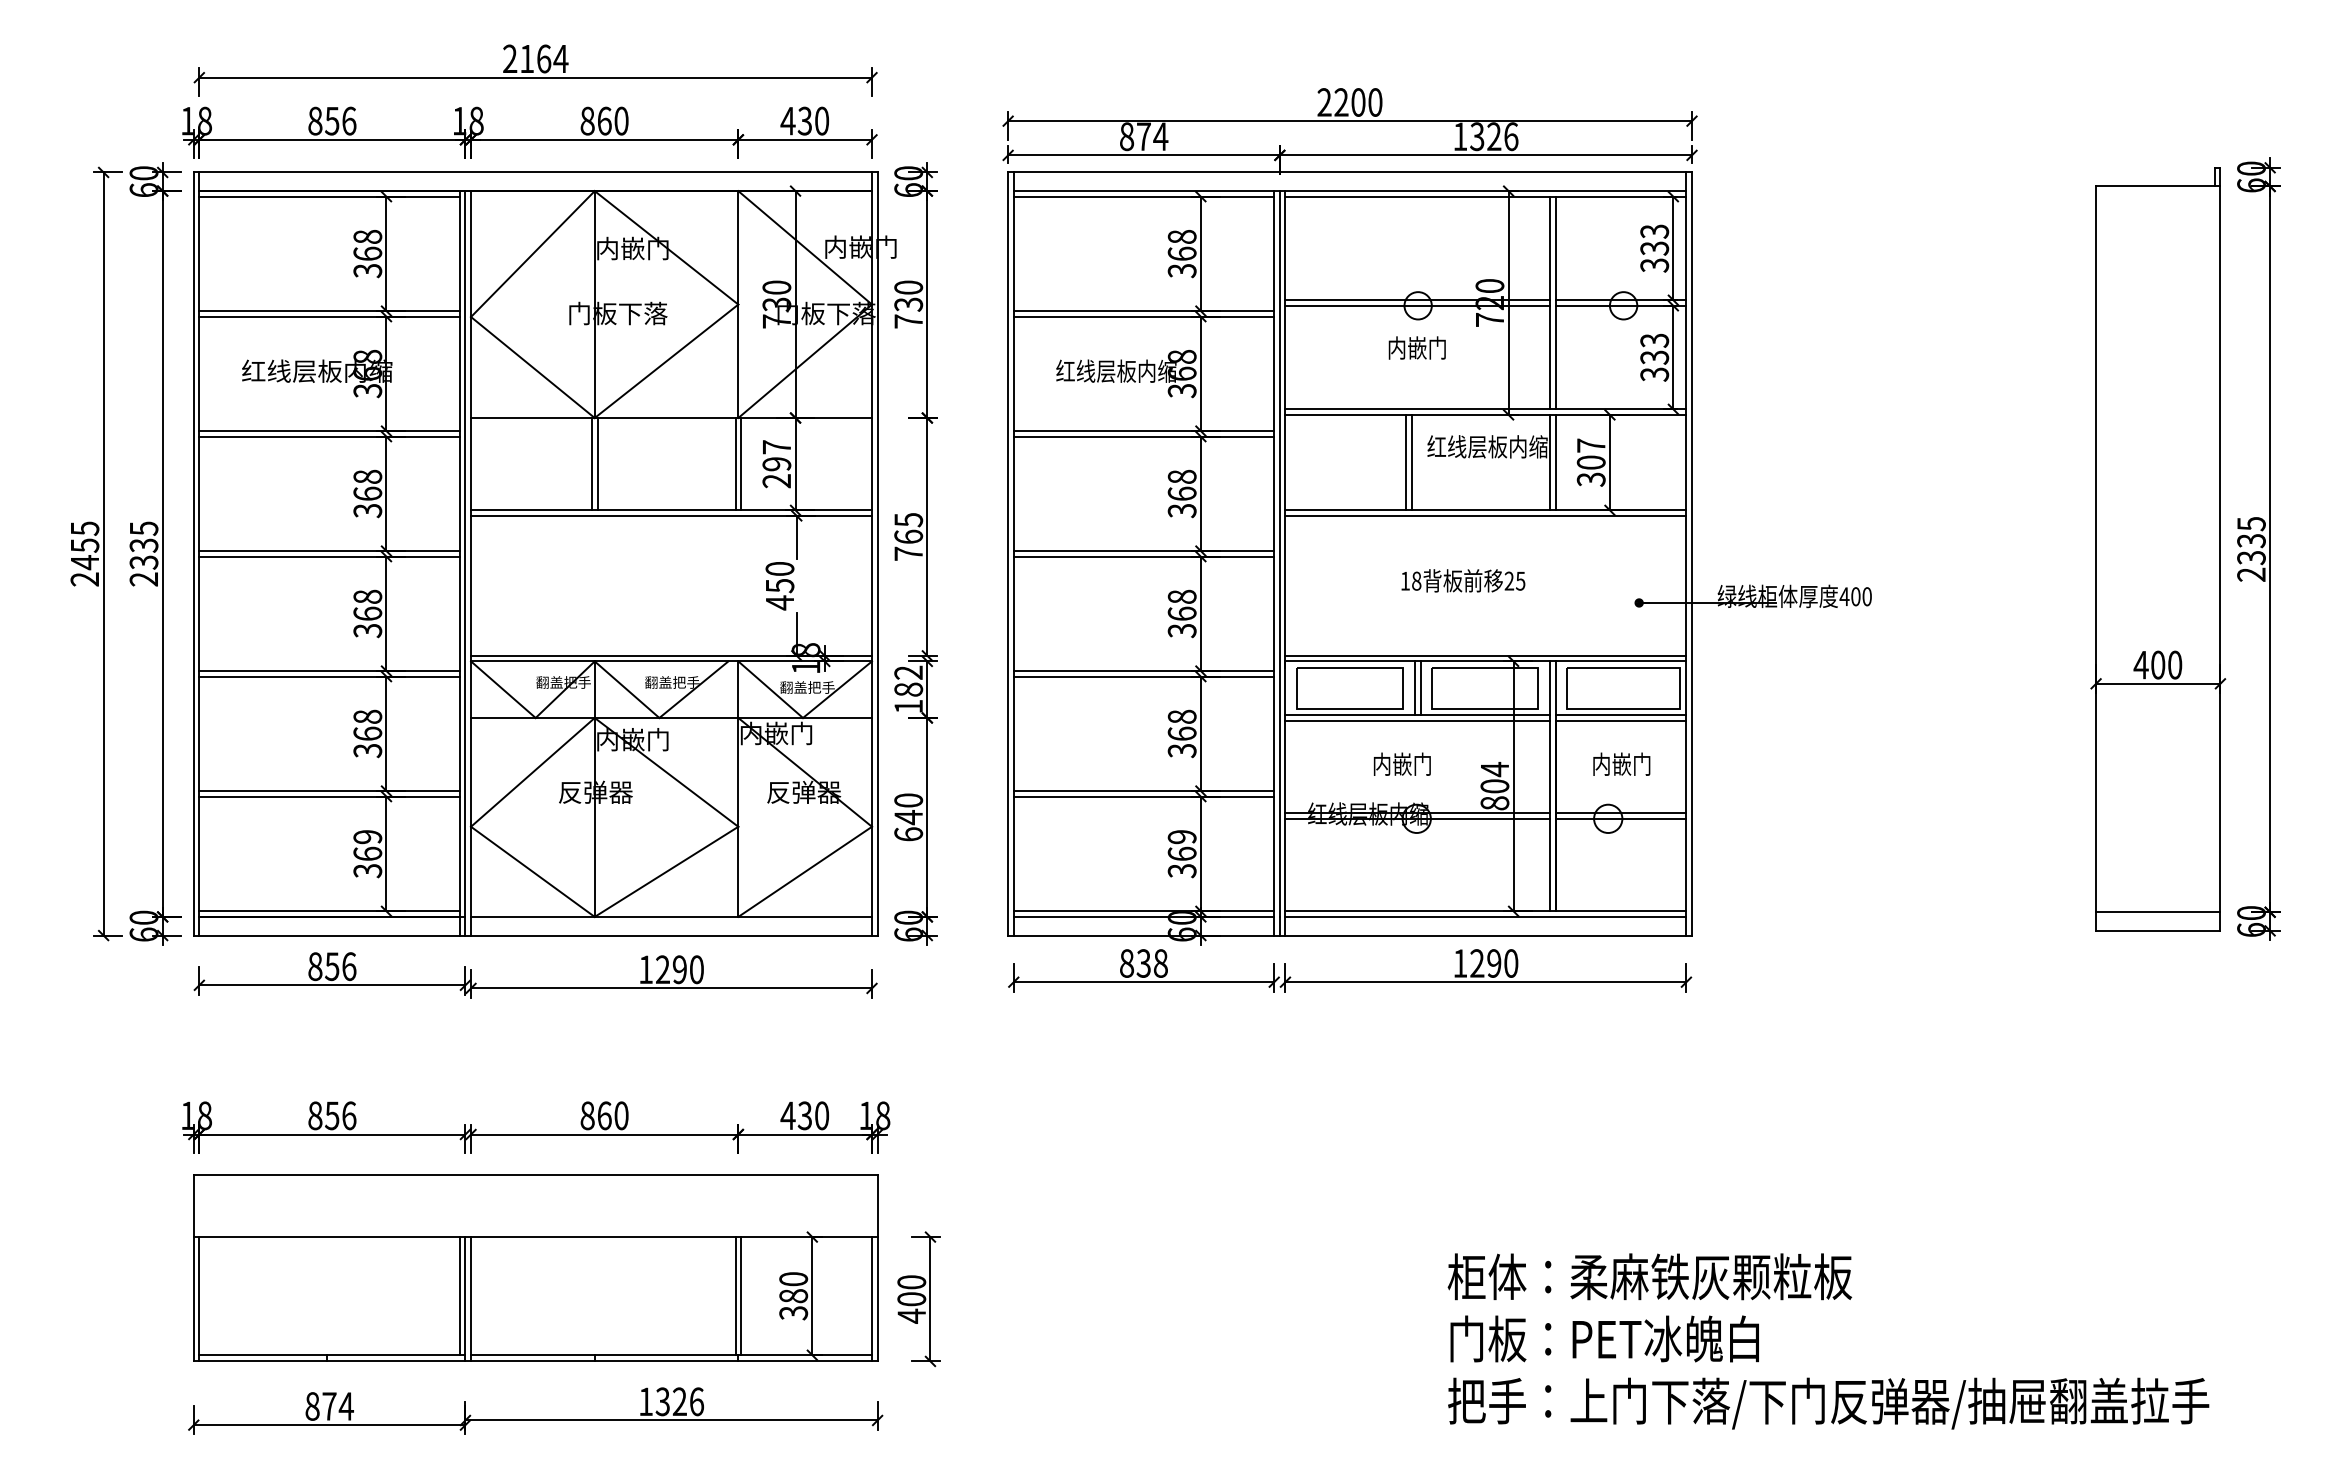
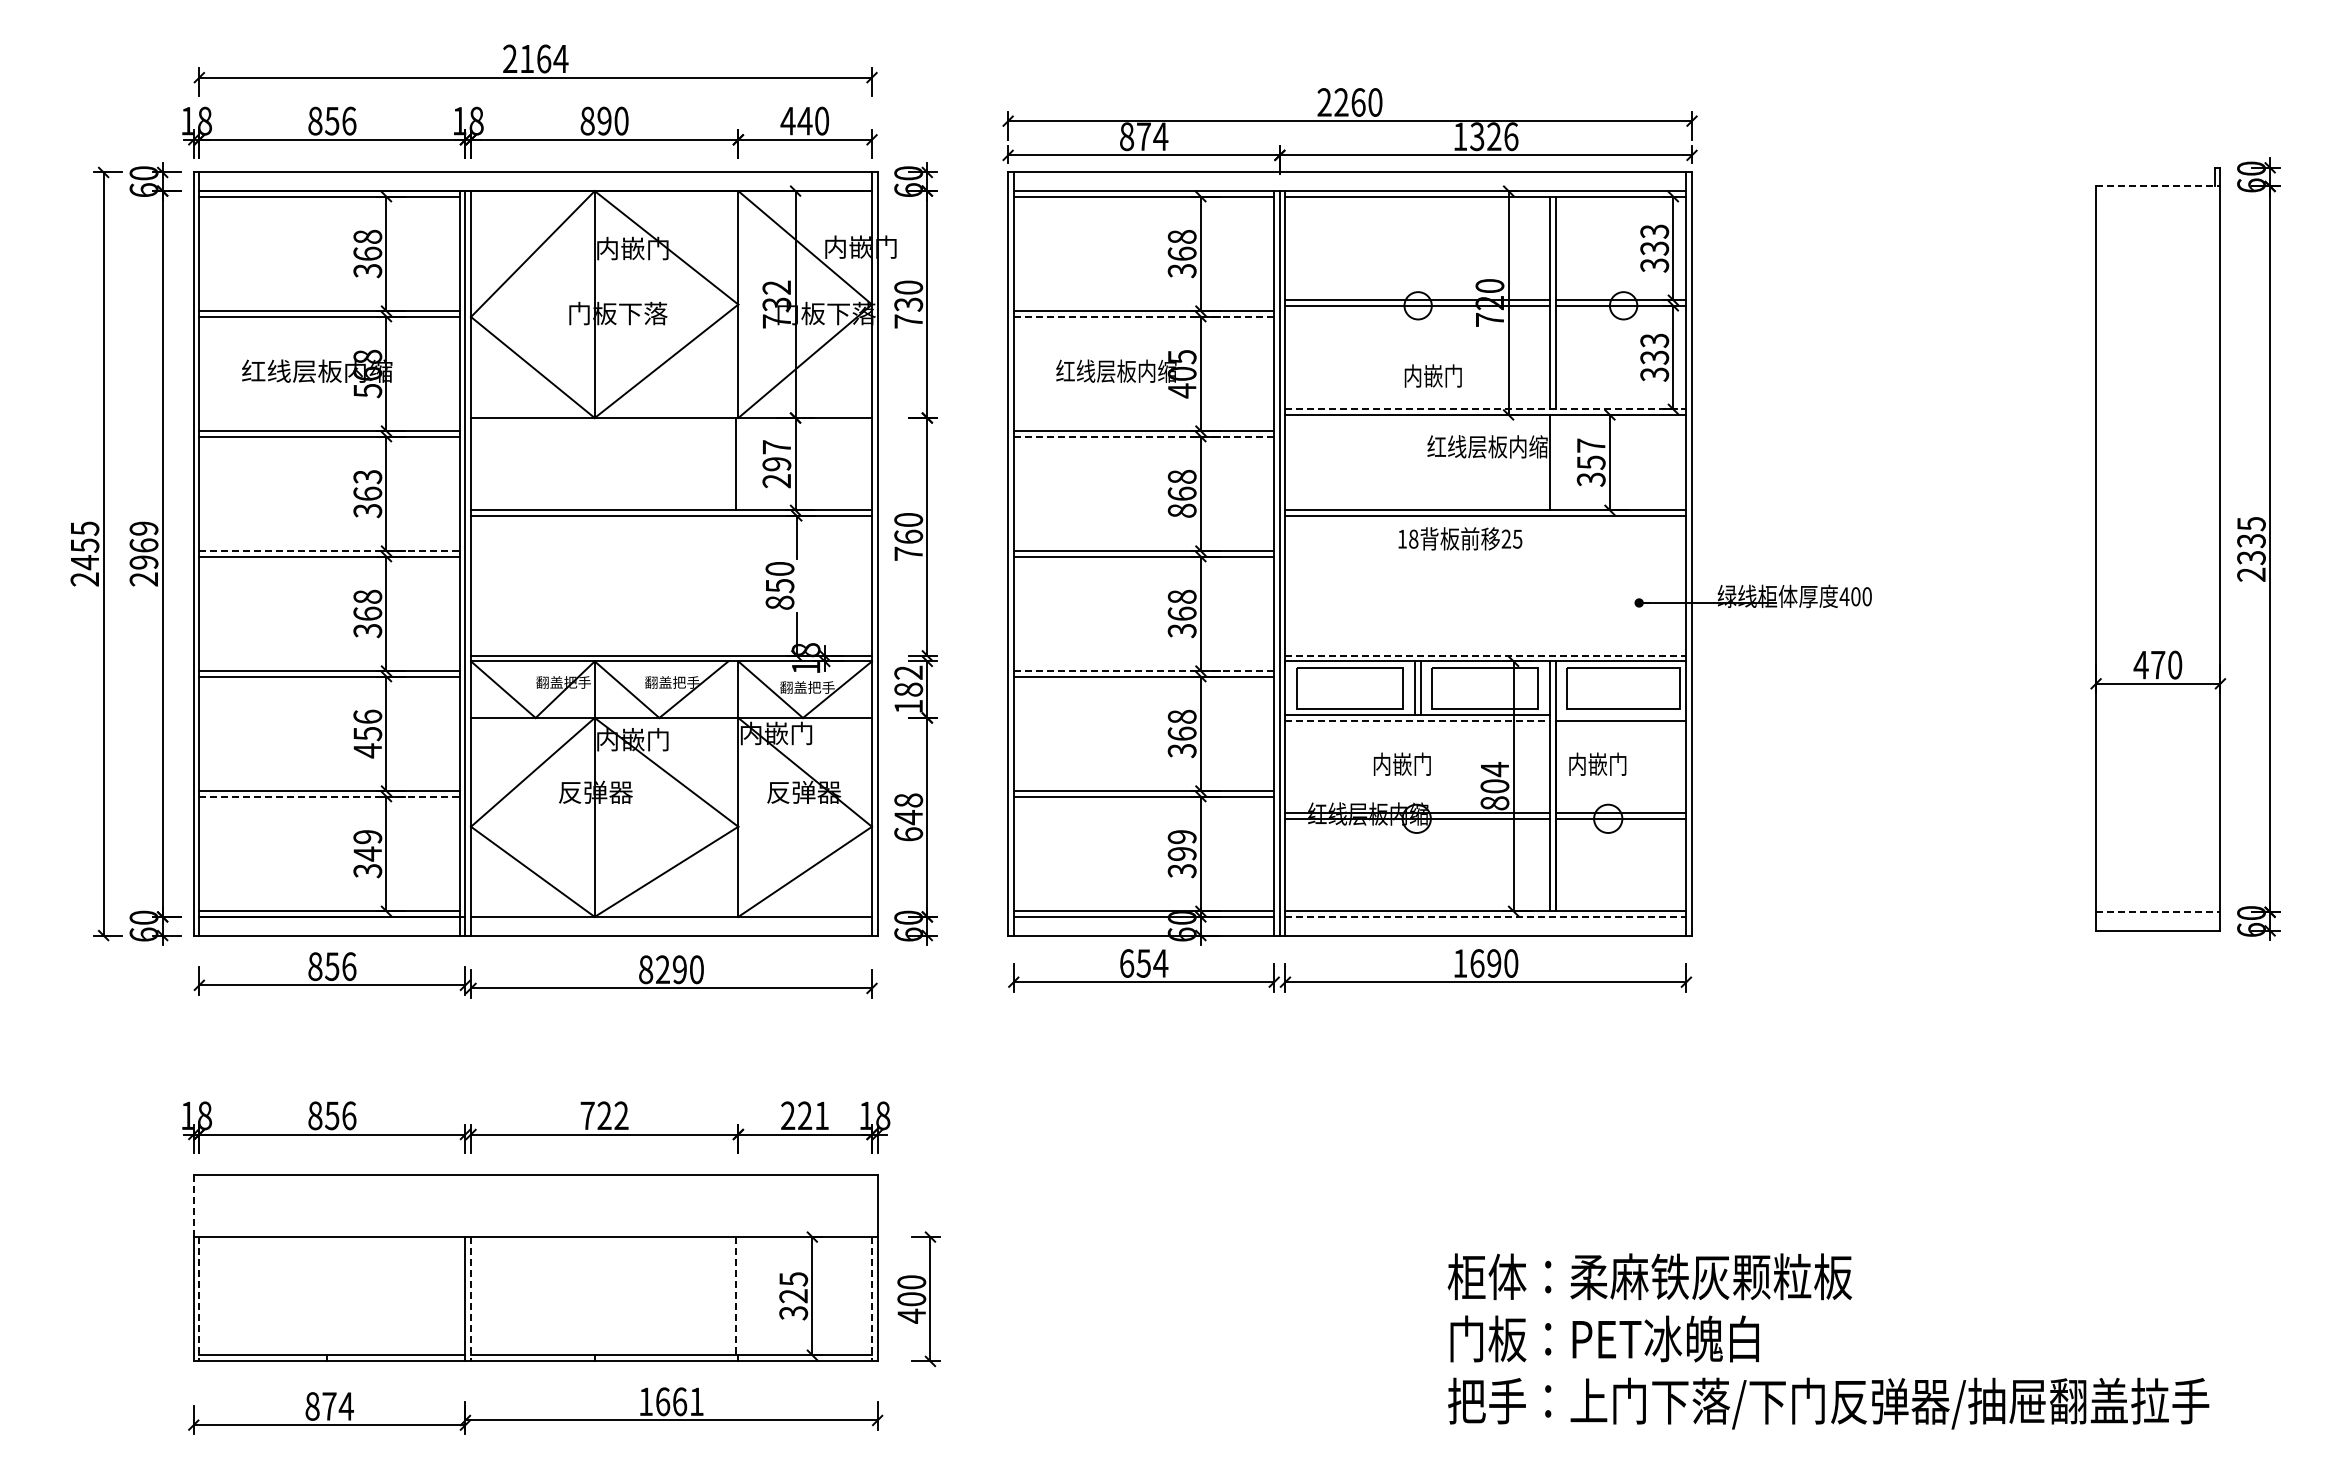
text at (1358, 102): 2200 -> 2260
text at (604, 120): 860 -> 890
text at (804, 120): 430 -> 440
line at (2158, 186): solid -> dashed
text at (776, 287): 730 -> 732
line at (1144, 316): solid -> dashed
text at (1416, 347) position: (1416, 347) -> (1432, 375)
text at (1181, 373): 368 -> 405
text at (367, 390): 368 -> 568
line at (1486, 409): solid -> dashed
line at (1144, 436): solid -> dashed
line at (1406, 462): present -> none
line at (1411, 462): present -> none
line at (1555, 462): present -> none
text at (1590, 462): 307 -> 357
line at (591, 464): present -> none
line at (597, 464): present -> none
line at (741, 464): present -> none
text at (367, 476): 368 -> 363
text at (1181, 510): 368 -> 868
text at (908, 520): 765 -> 760
text at (143, 545): 2335 -> 2969
line at (330, 551): solid -> dashed
text at (1463, 580) position: (1463, 580) -> (1460, 538)
text at (779, 602): 450 -> 850
line at (1486, 655): solid -> dashed
text at (2158, 664): 400 -> 470
line at (1144, 671): solid -> dashed
line at (1620, 715): present -> none
line at (1418, 720): solid -> dashed
text at (367, 733): 368 -> 456
text at (1621, 763) position: (1621, 763) -> (1597, 763)
line at (330, 796): solid -> dashed
text at (908, 800): 640 -> 648
text at (367, 853): 369 -> 349
text at (1181, 853): 369 -> 399
line at (2158, 912): solid -> dashed
line at (1486, 916): solid -> dashed
text at (1144, 963): 838 -> 654
text at (1477, 963): 1290 -> 1690
text at (646, 969): 1290 -> 8290
text at (604, 1115): 860 -> 722
text at (804, 1115): 430 -> 221
line at (193, 1206): solid -> dashed
text at (793, 1287): 380 -> 325
line at (459, 1296): present -> none
line at (735, 1296): solid -> dashed
line at (741, 1296): present -> none
line at (199, 1299): solid -> dashed
line at (471, 1299): solid -> dashed
line at (872, 1299): solid -> dashed
text at (679, 1401): 1326 -> 1661
